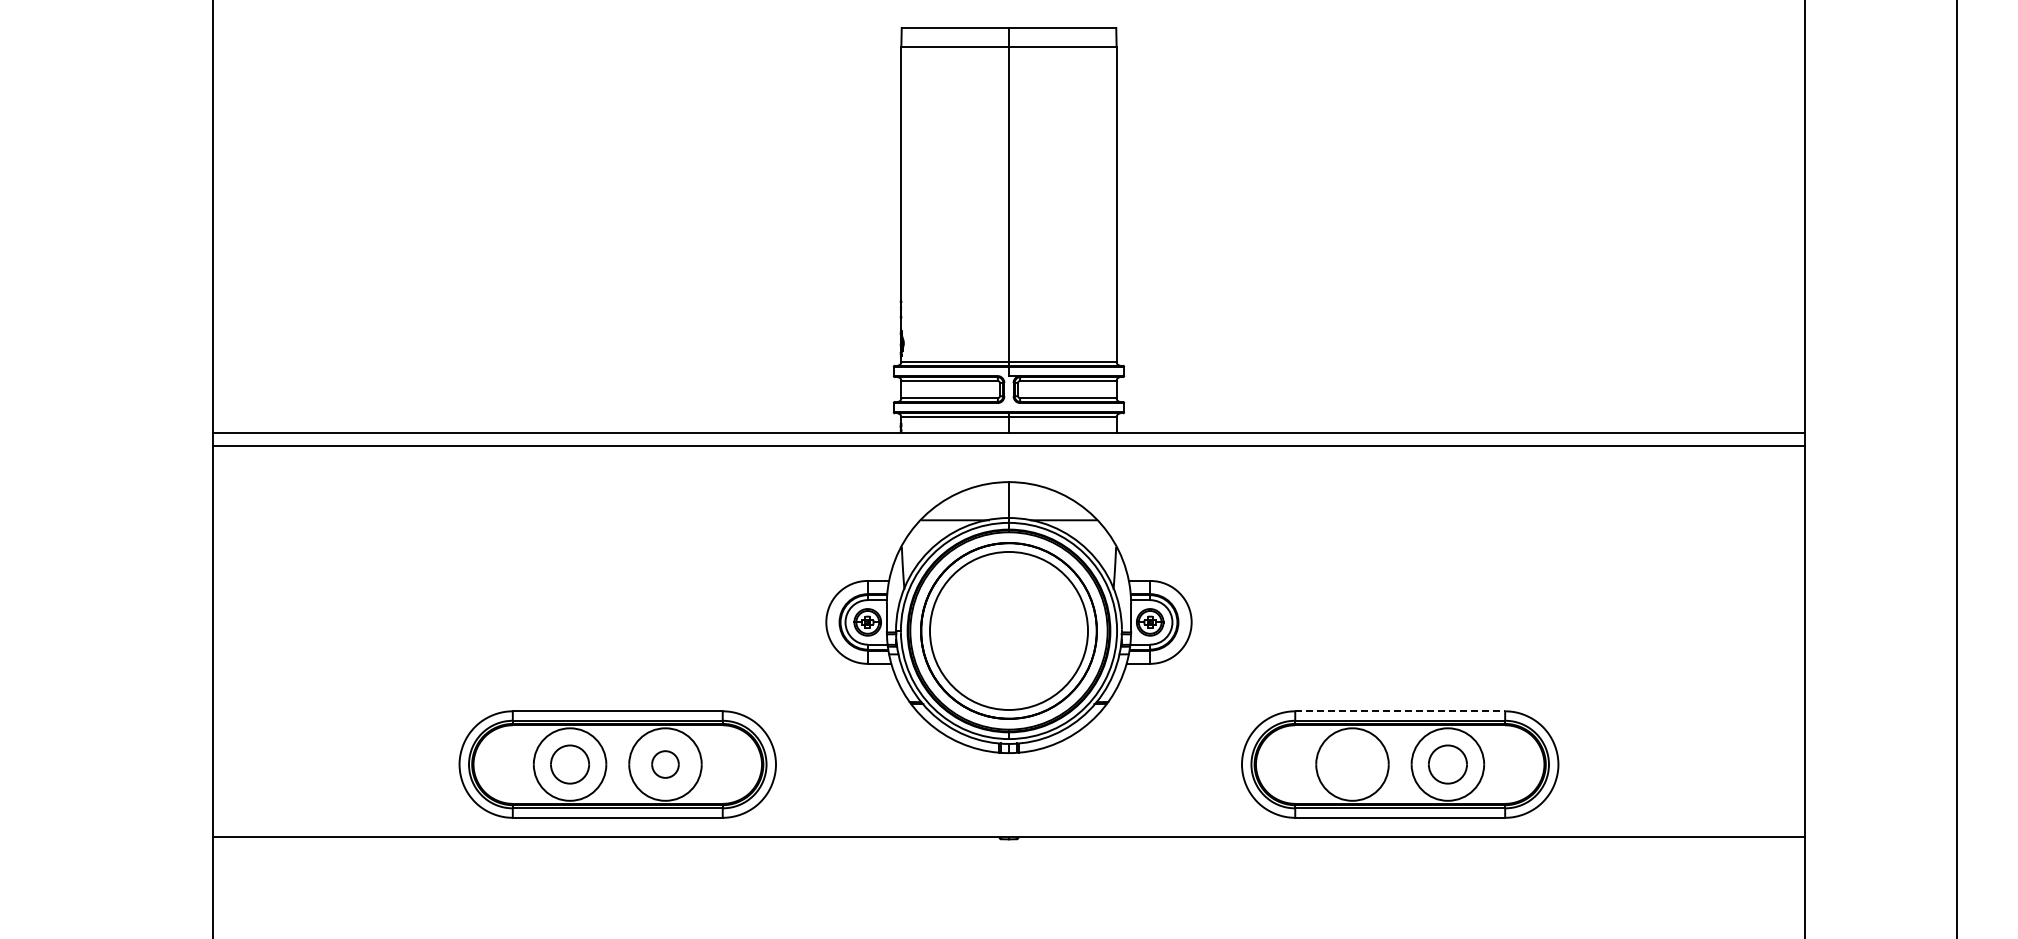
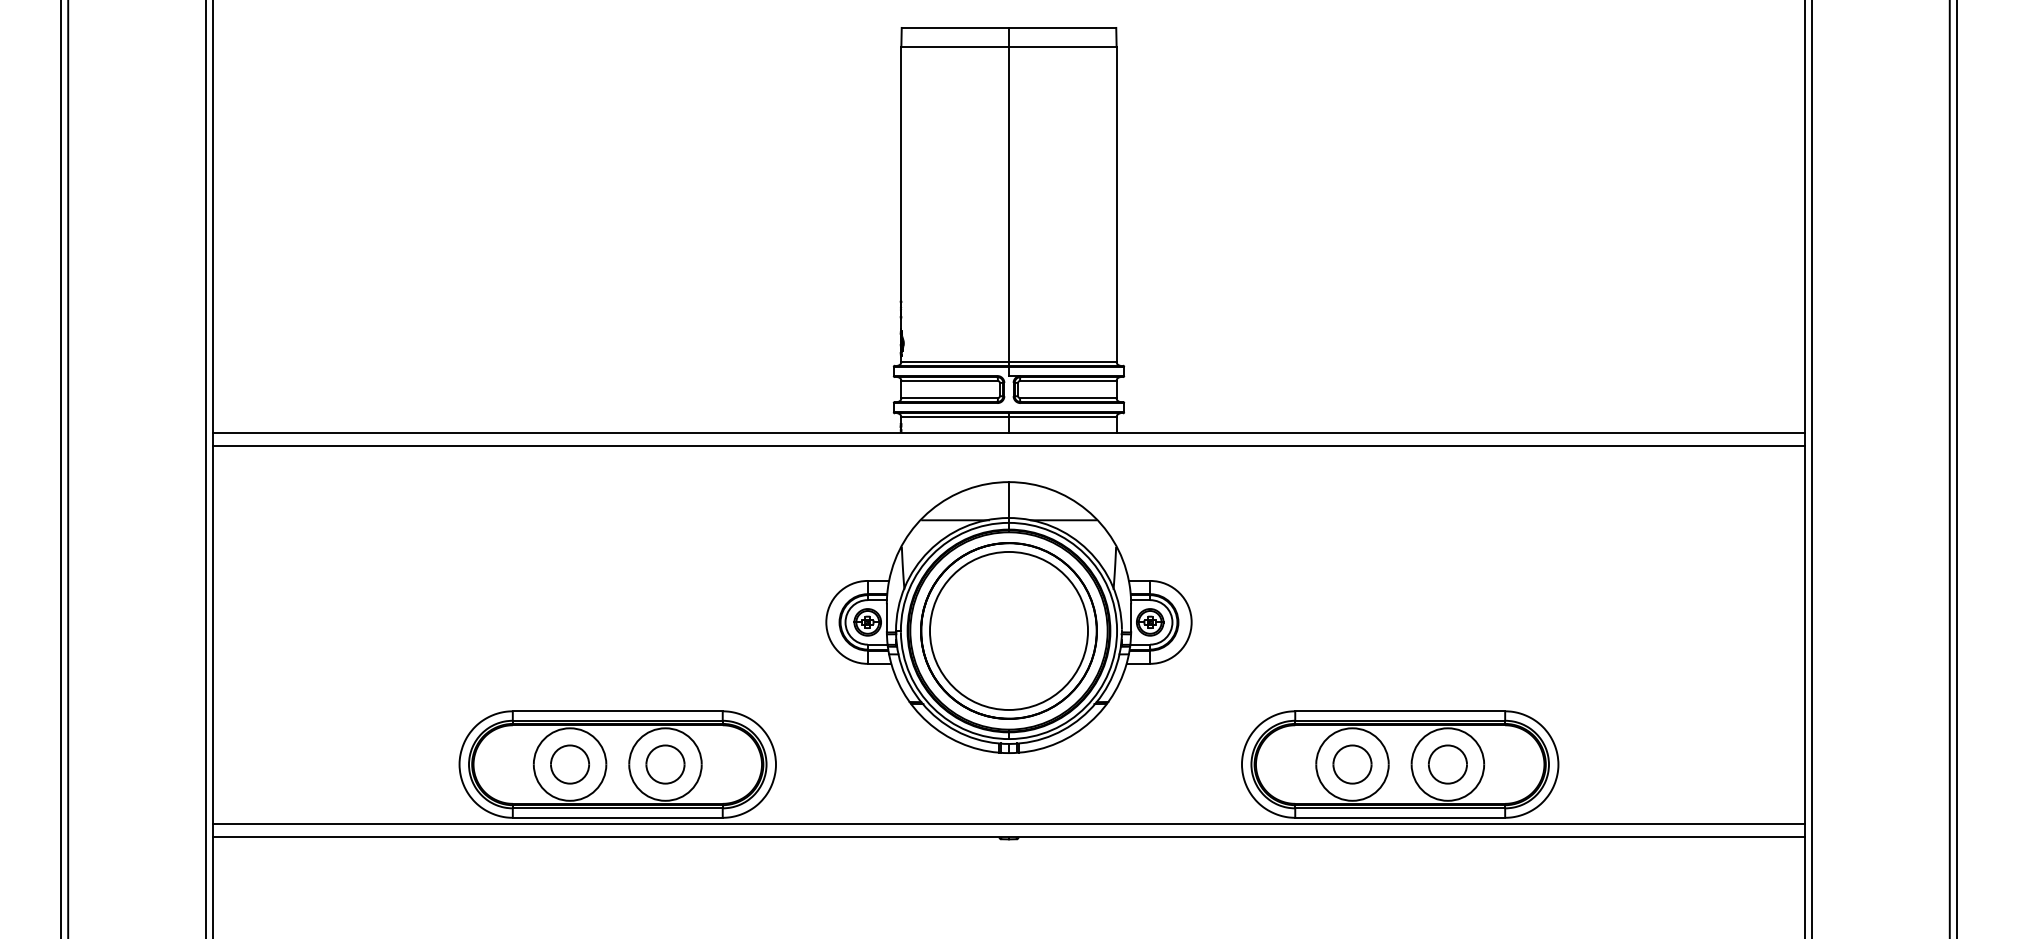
line at (60, 468): none -> present
line at (68, 468): none -> present
line at (205, 468): none -> present
line at (1812, 468): none -> present
line at (1949, 468): none -> present
line at (1400, 711): dashed -> solid
part at (665, 764) size: 29x29 px -> 41x41 px
part at (1352, 764): none -> present
line at (1008, 823): none -> present
